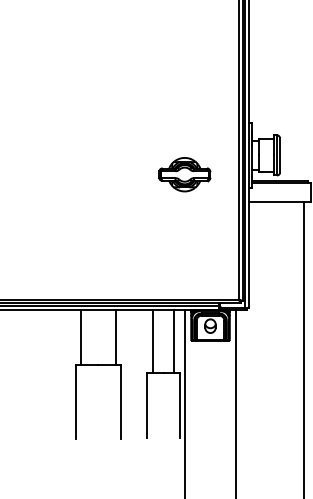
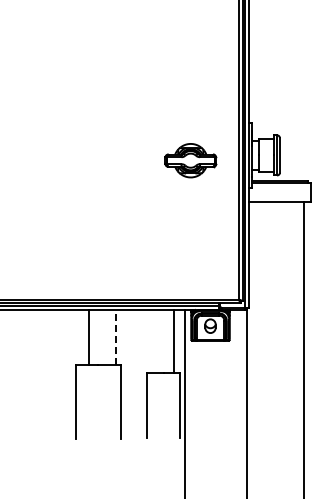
part at (184, 174) position: (184, 174) -> (190, 160)
line at (81, 336) position: (81, 336) -> (89, 336)
line at (115, 337): solid -> dashed
line at (152, 341): present -> none
line at (236, 402) position: (236, 402) -> (247, 402)
